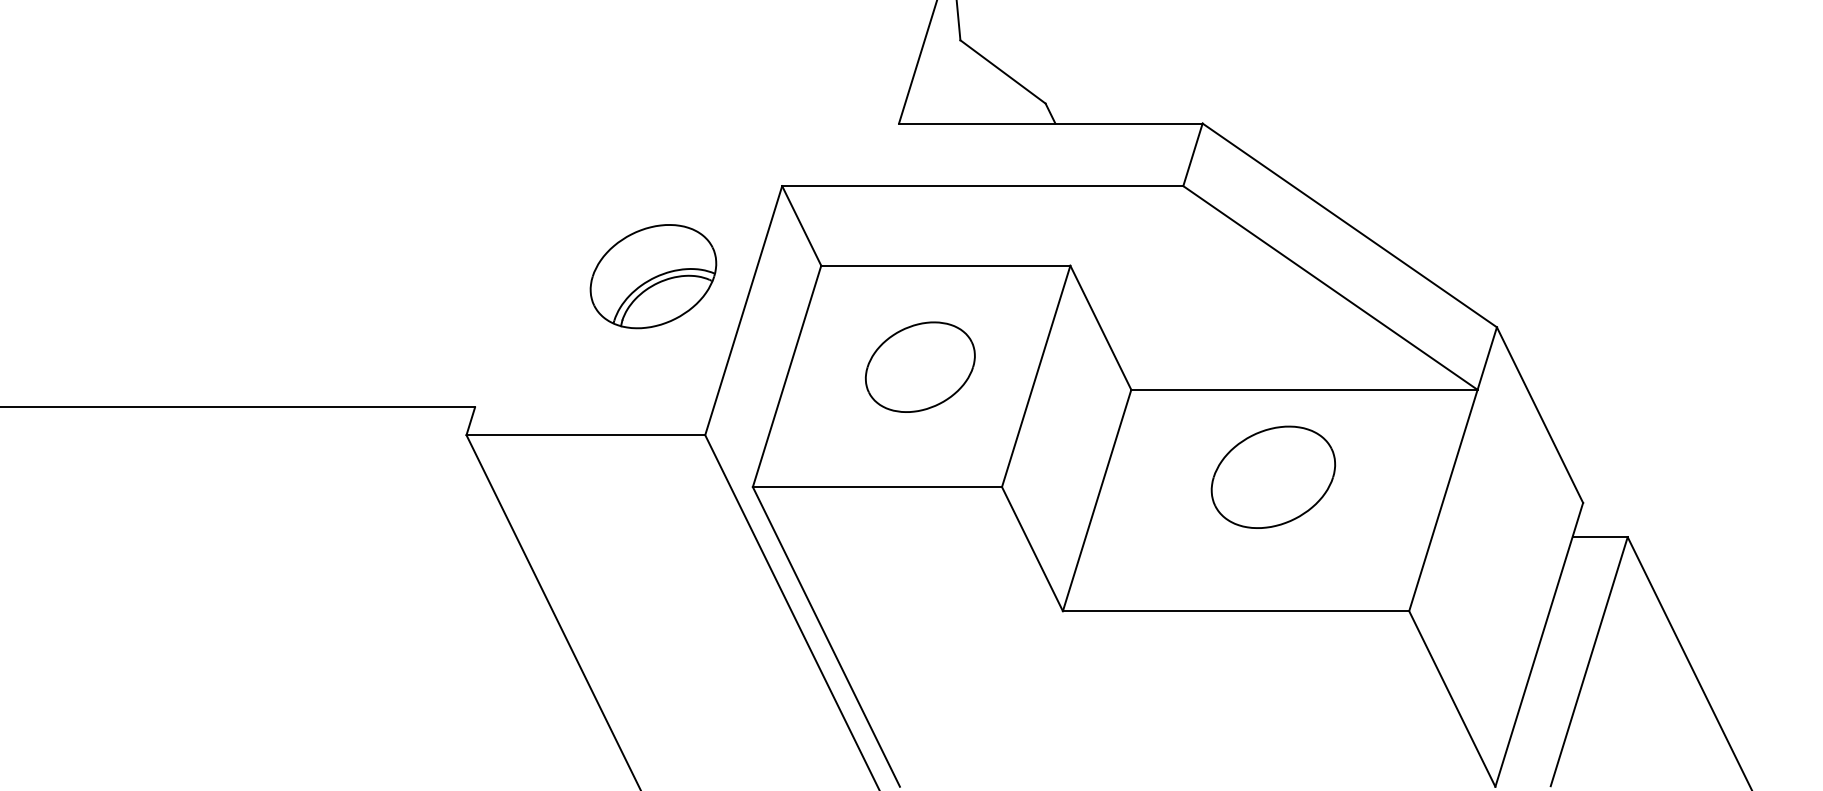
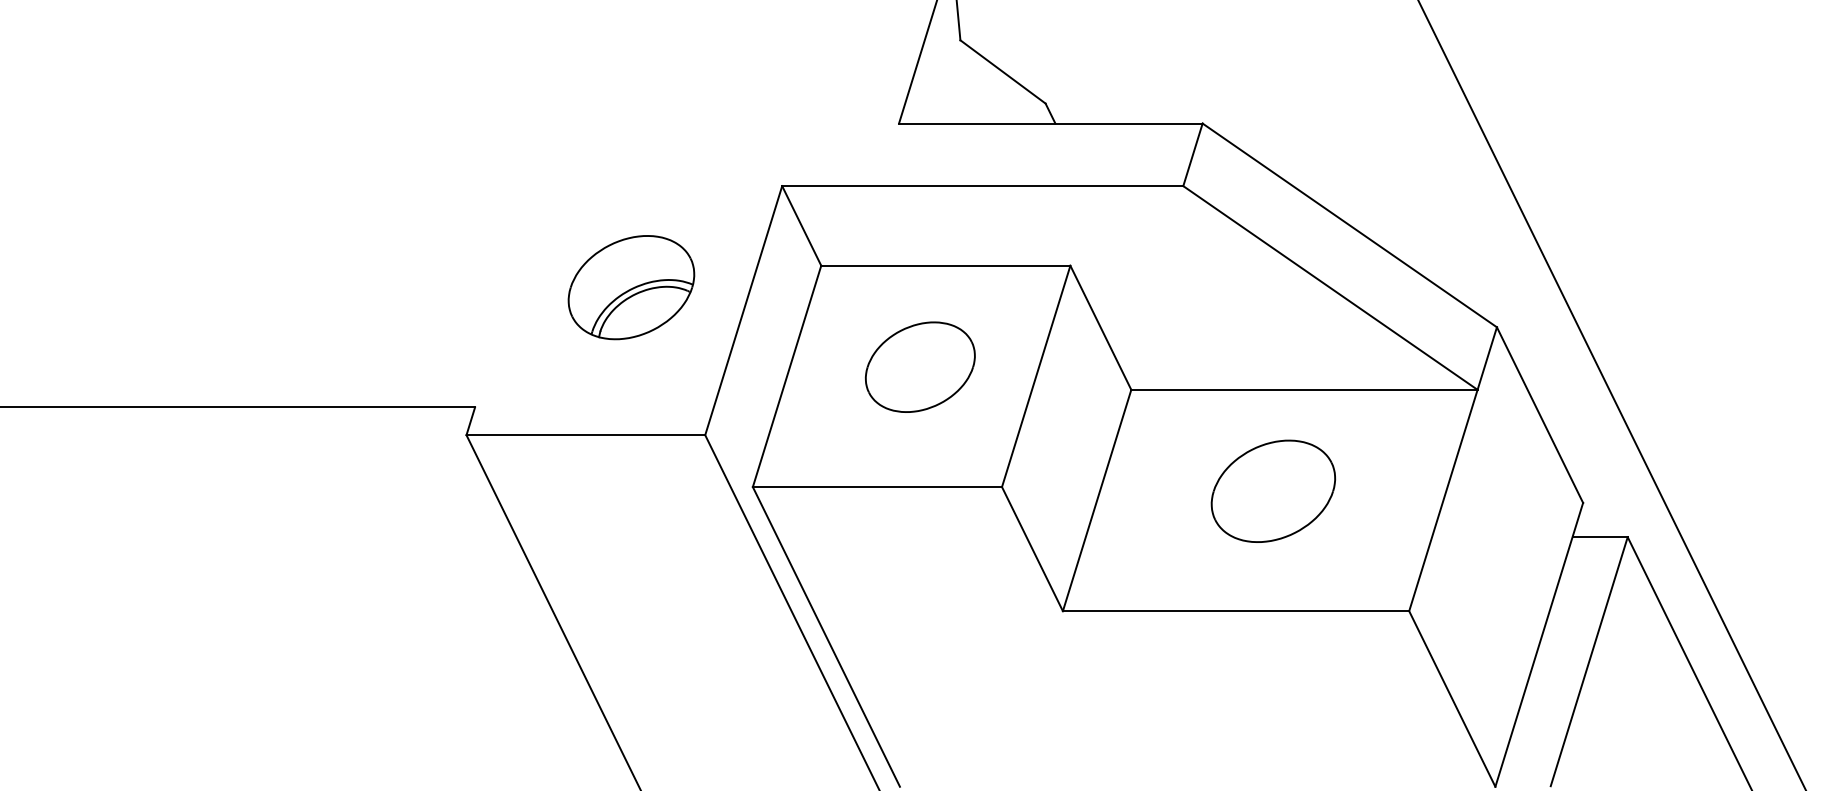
part at (653, 276) position: (653, 276) -> (631, 287)
line at (1611, 394): none -> present
part at (1273, 476) position: (1273, 476) -> (1273, 490)
